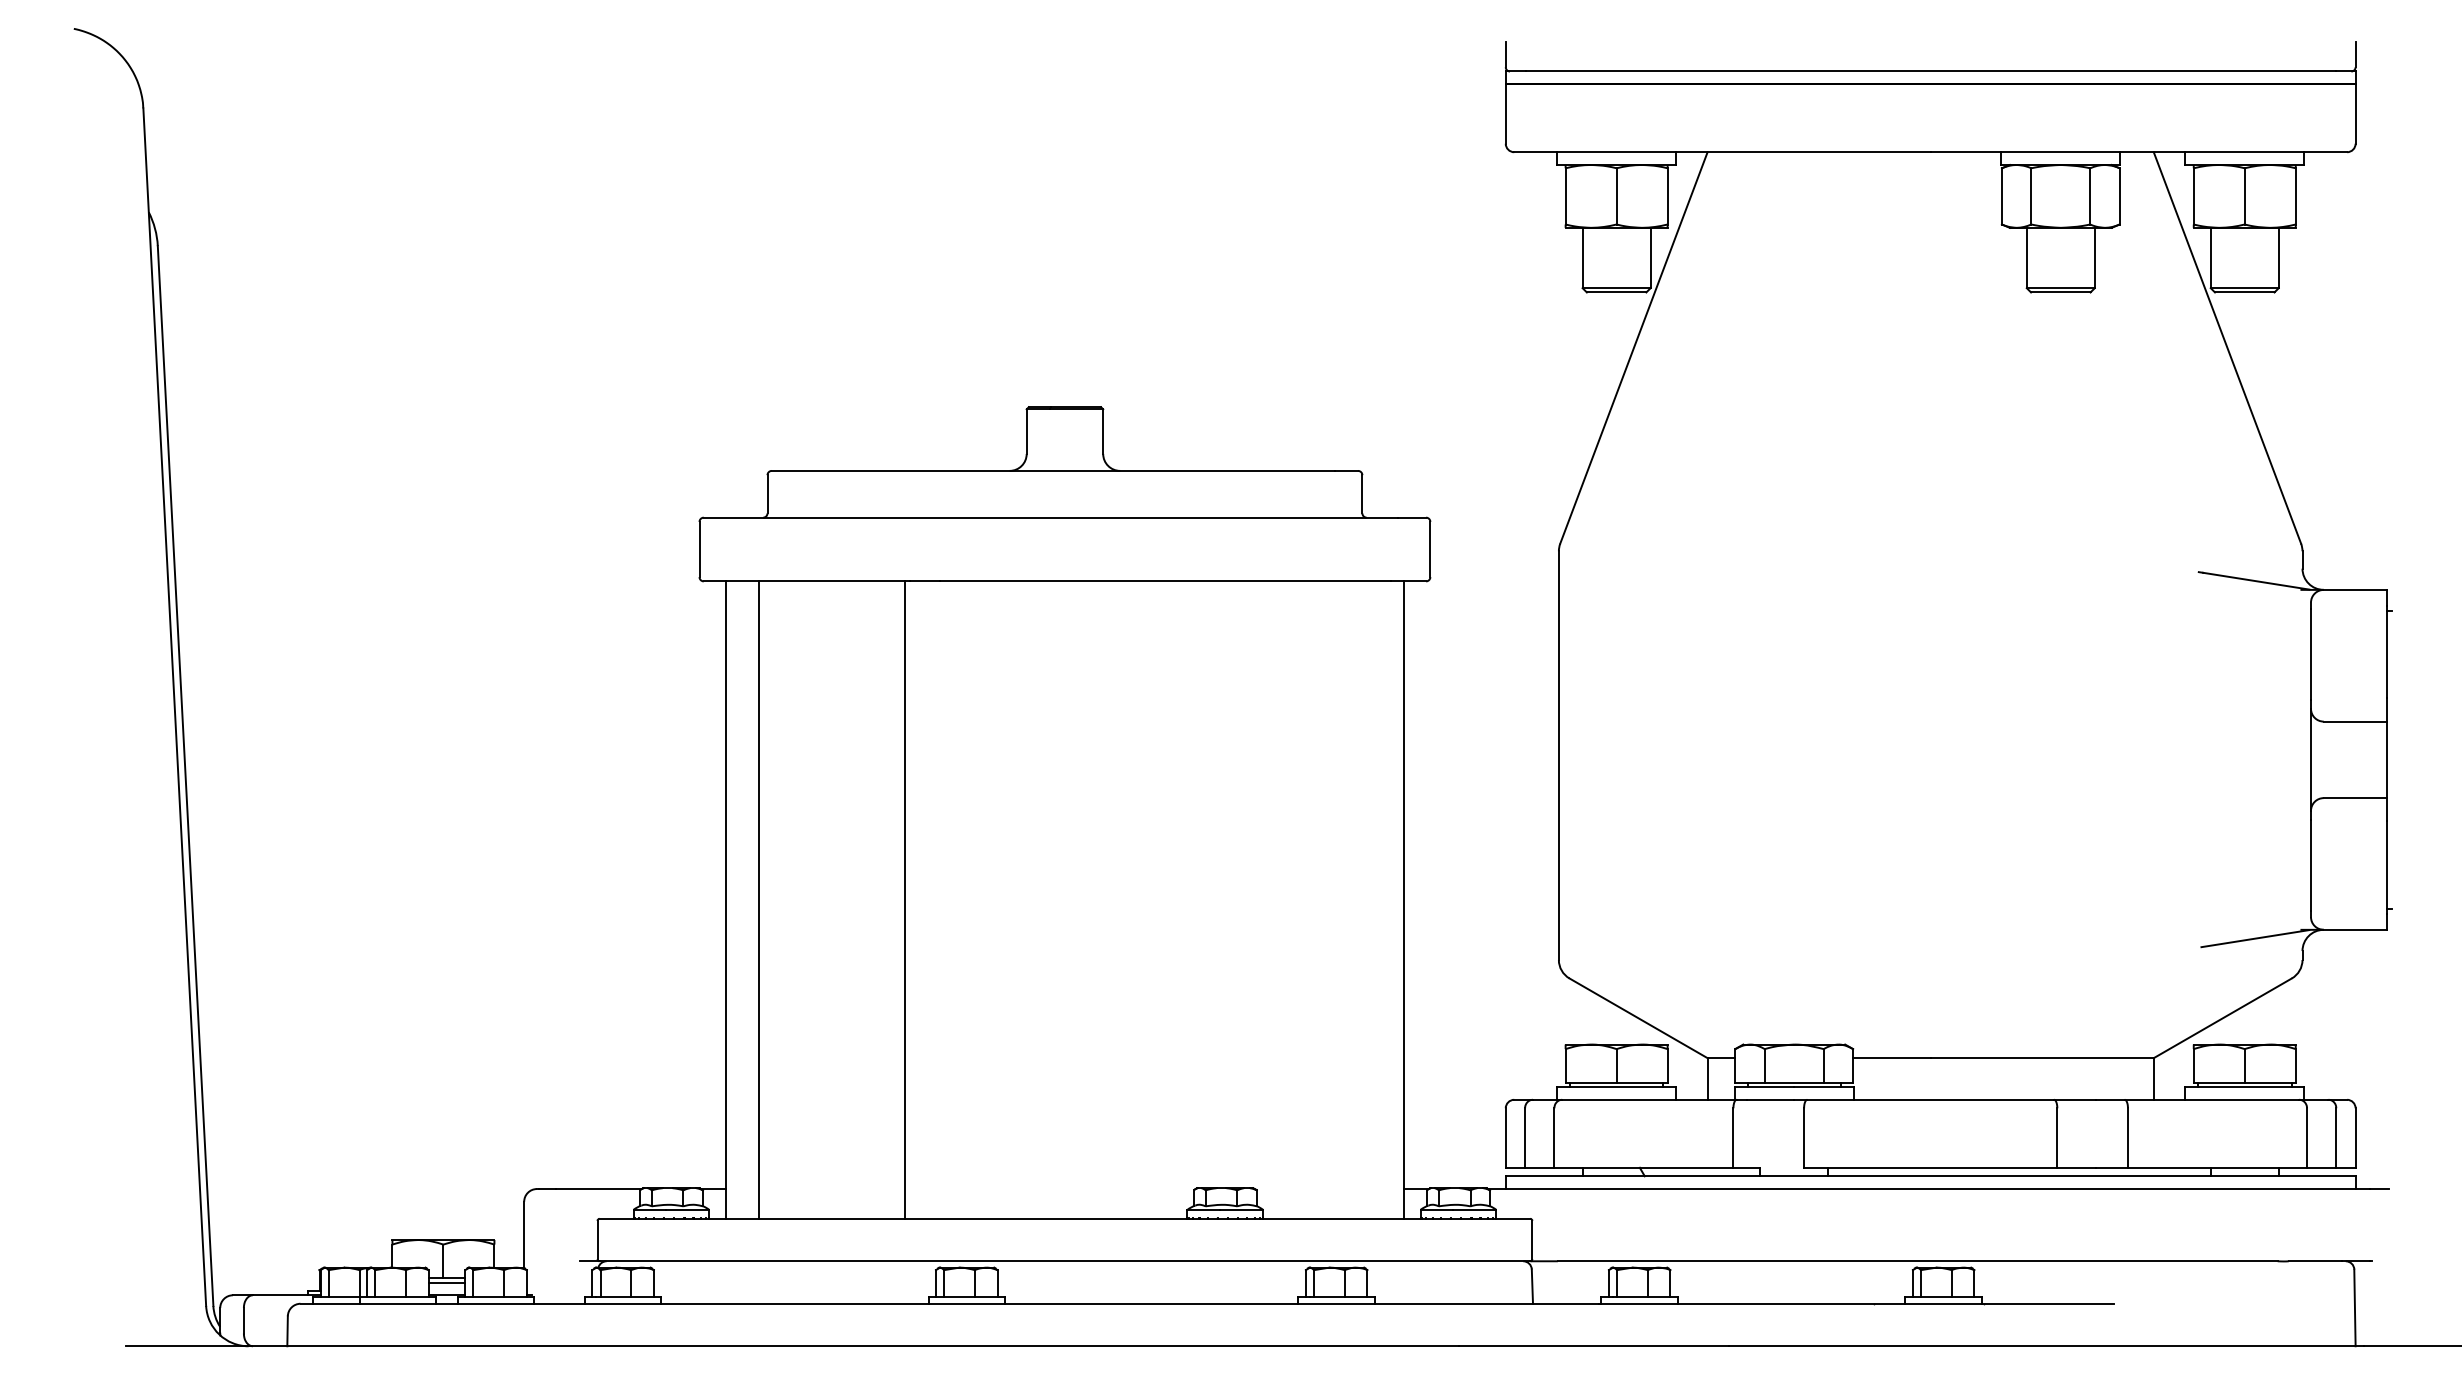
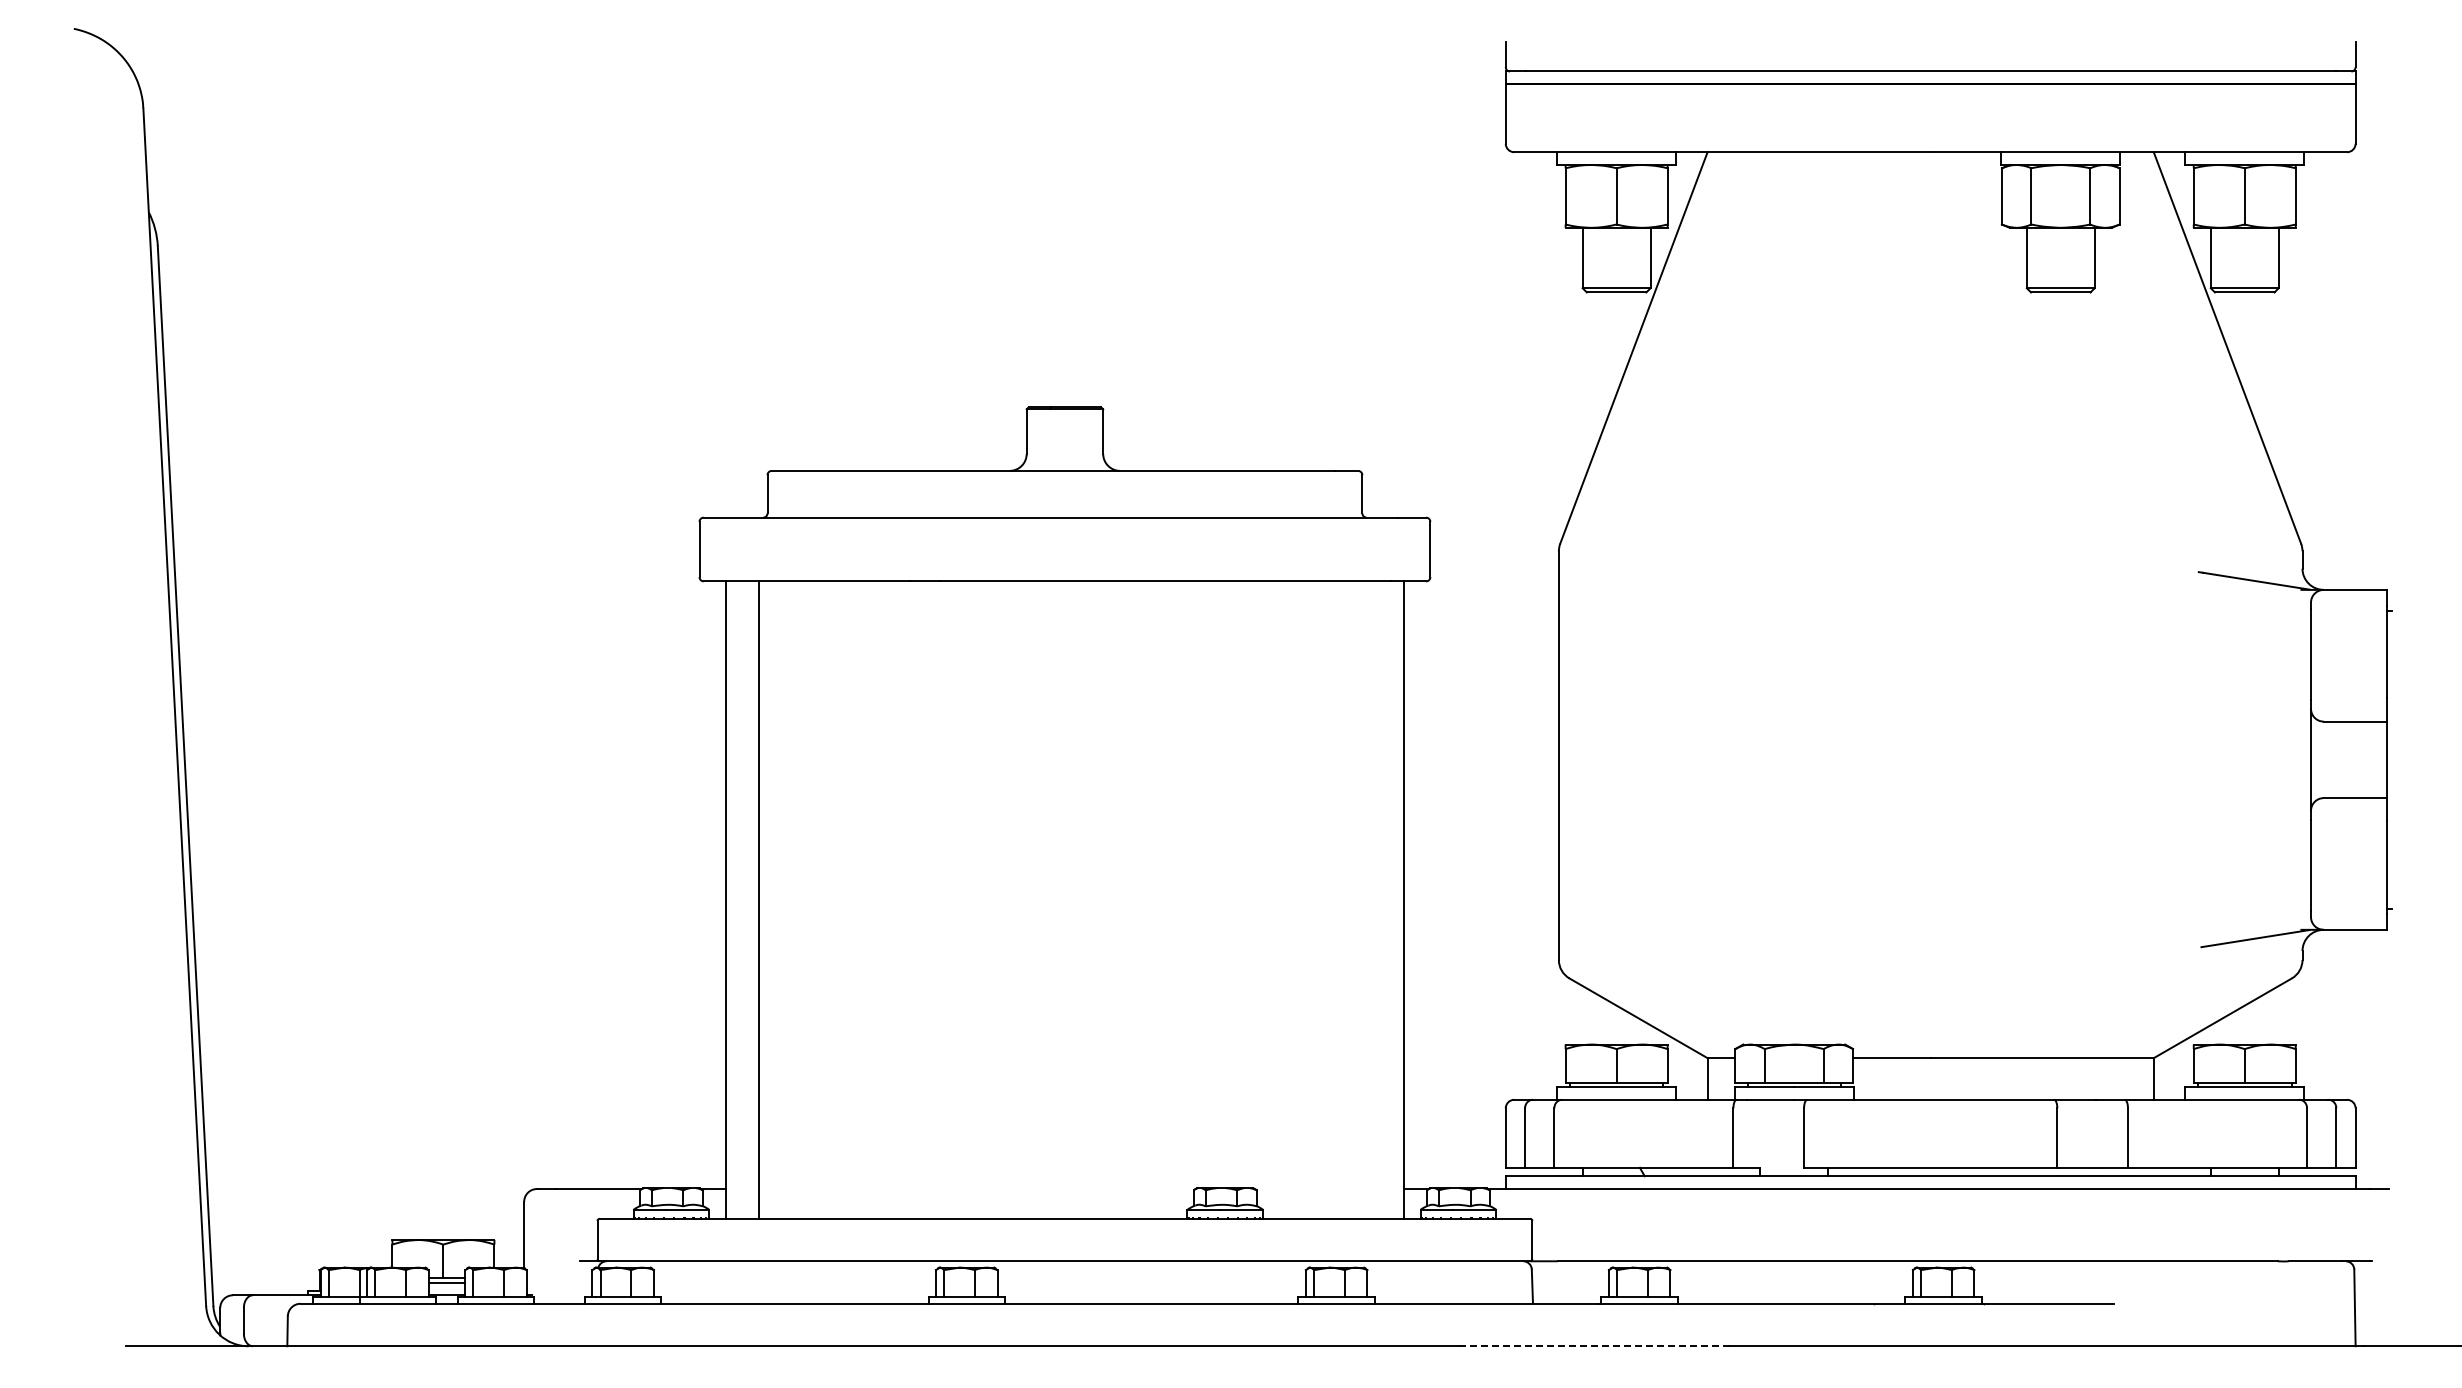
line at (904, 899): present -> none
line at (1594, 1346): solid -> dashed
